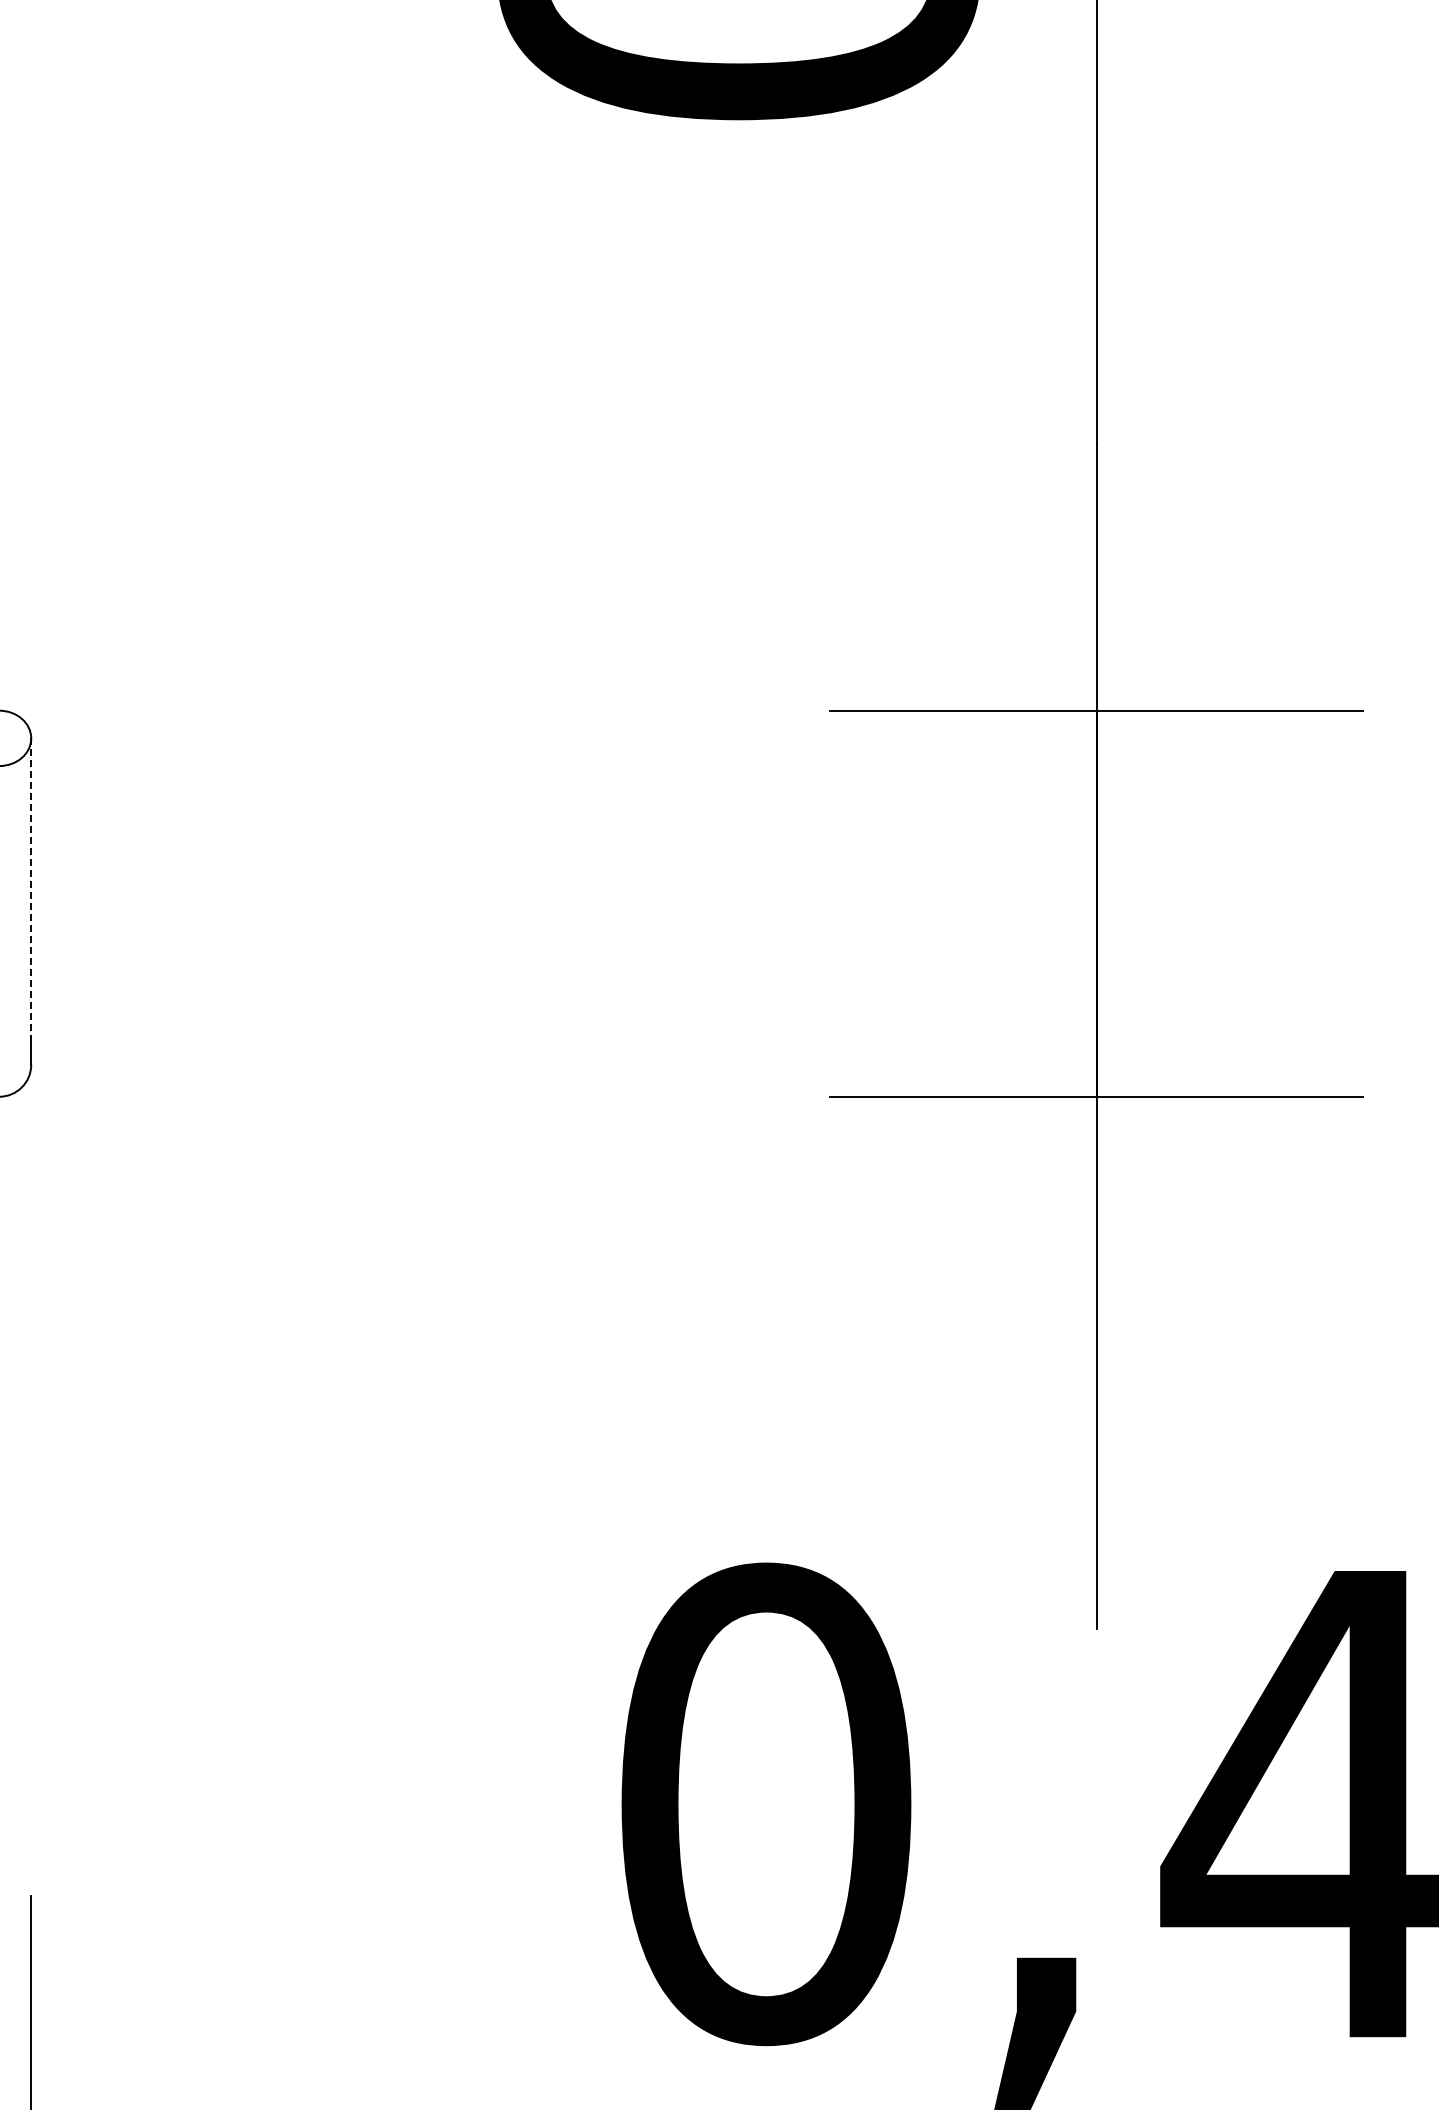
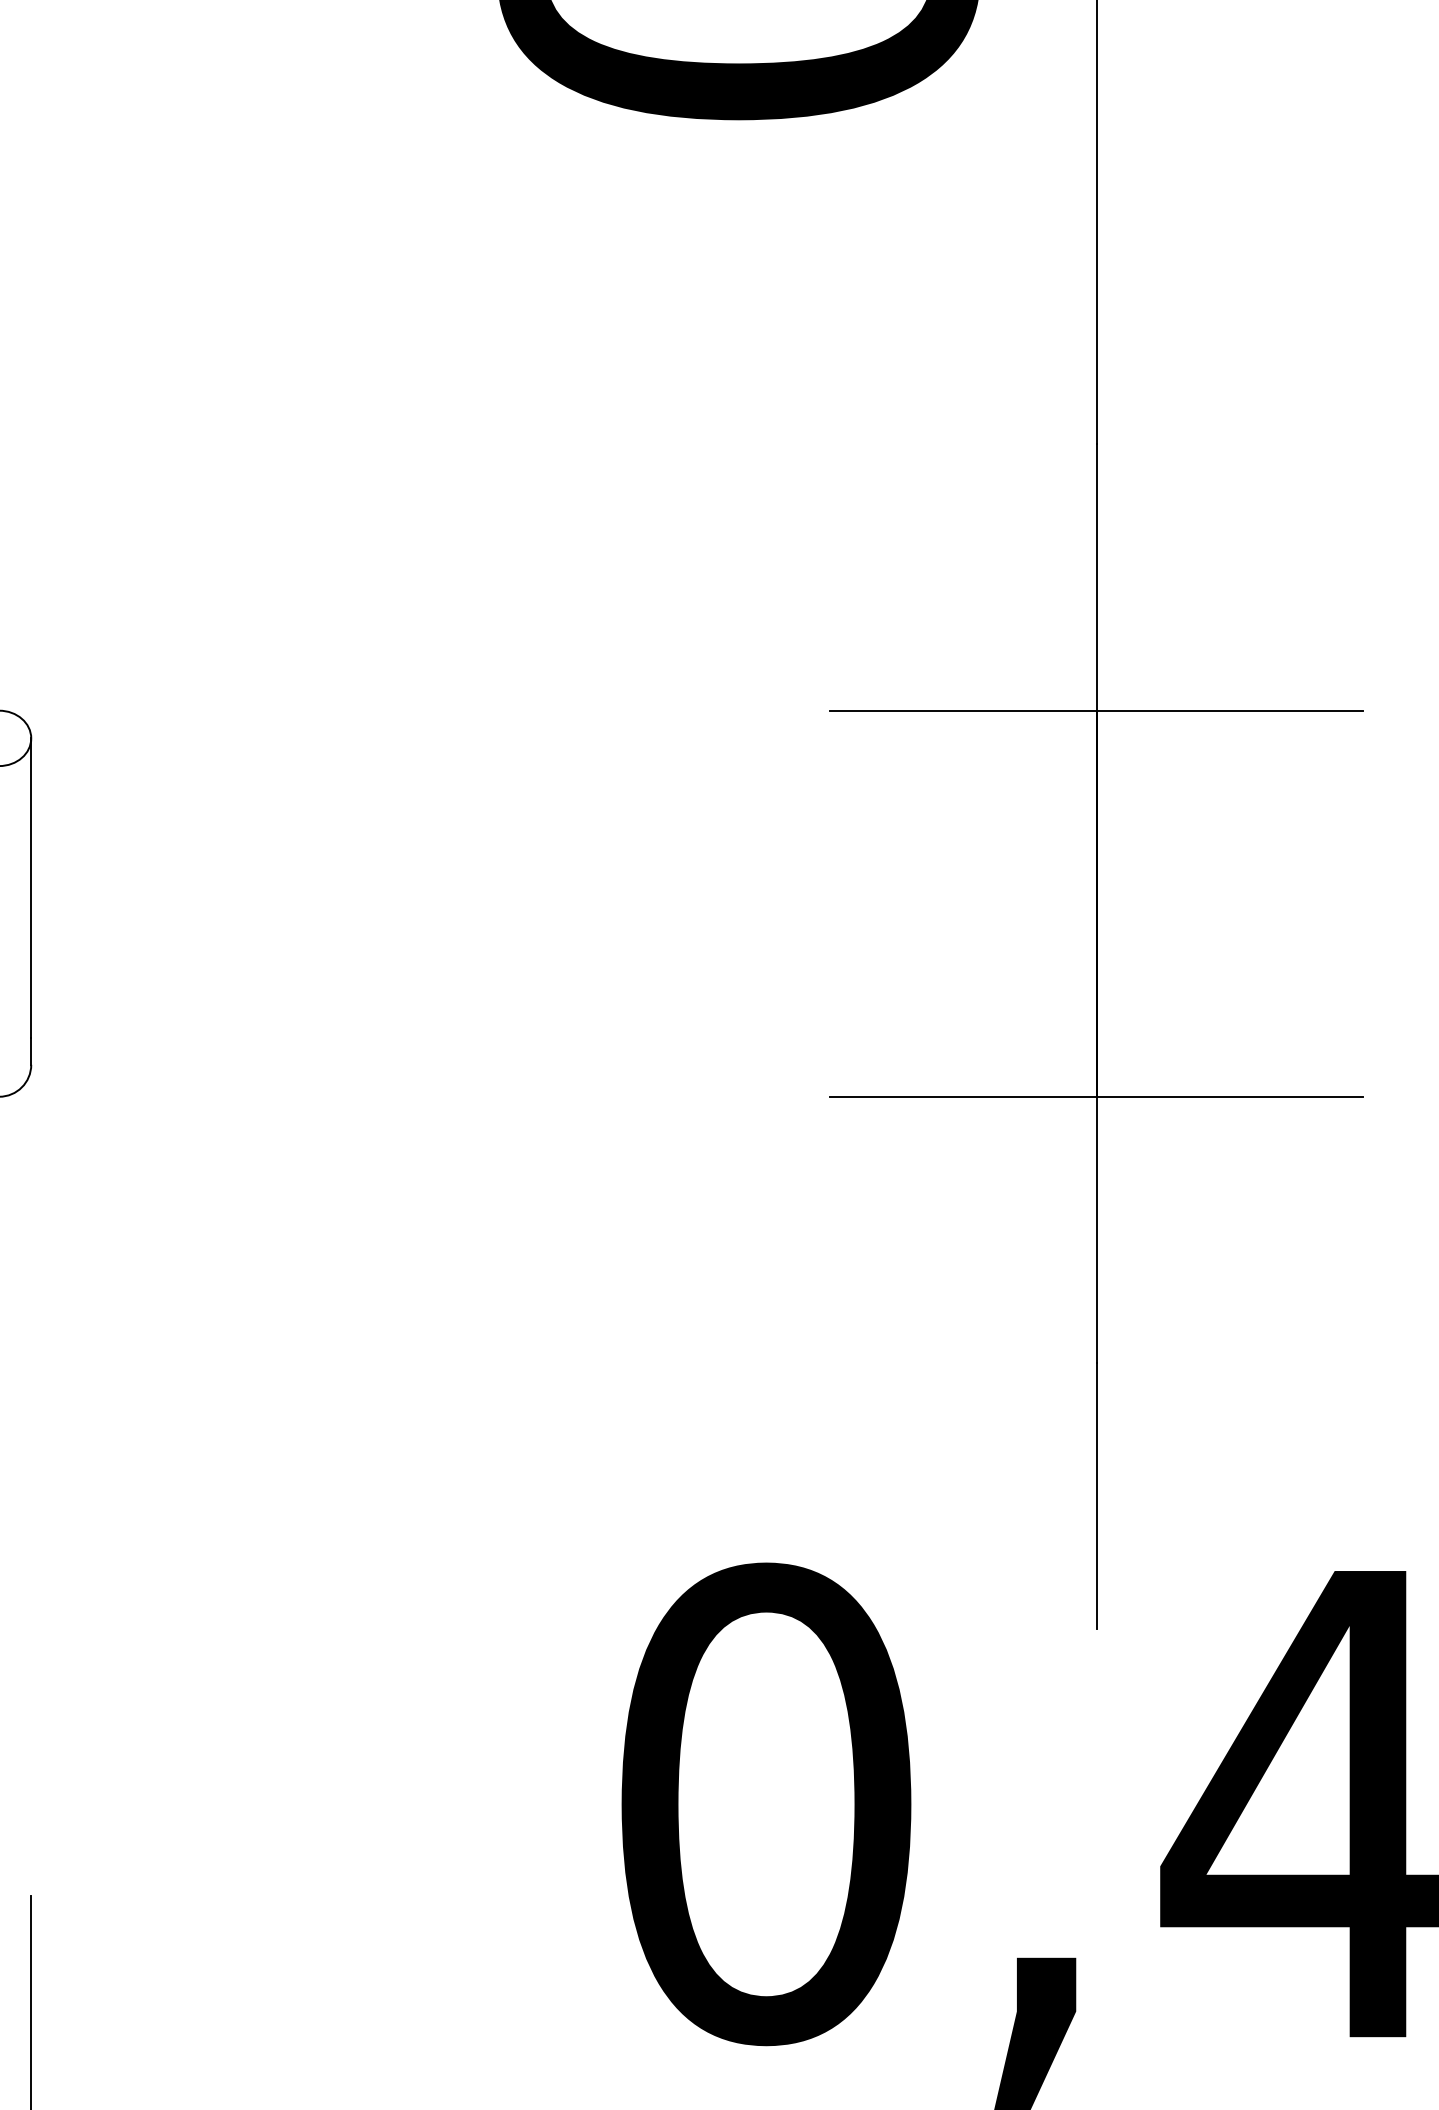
line at (31, 888): dashed -> solid
